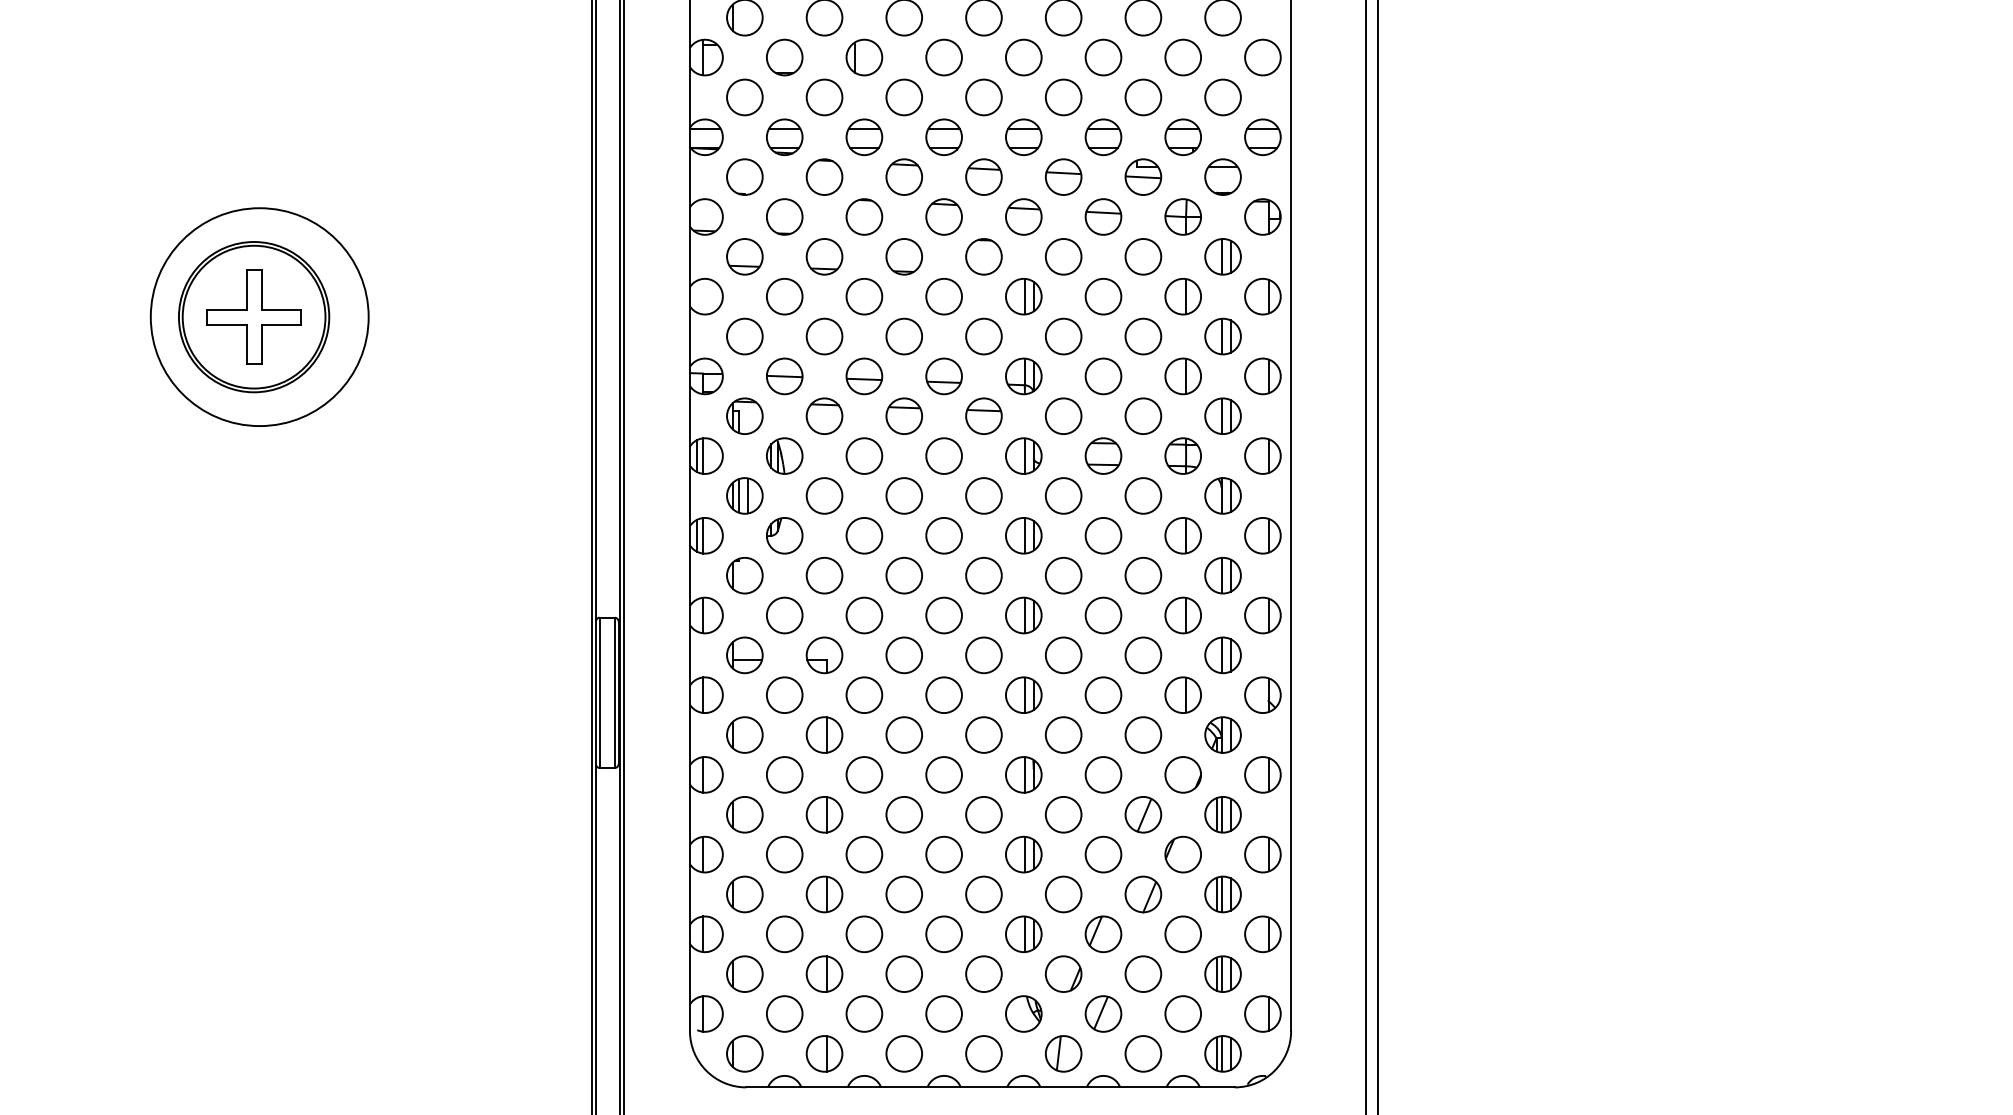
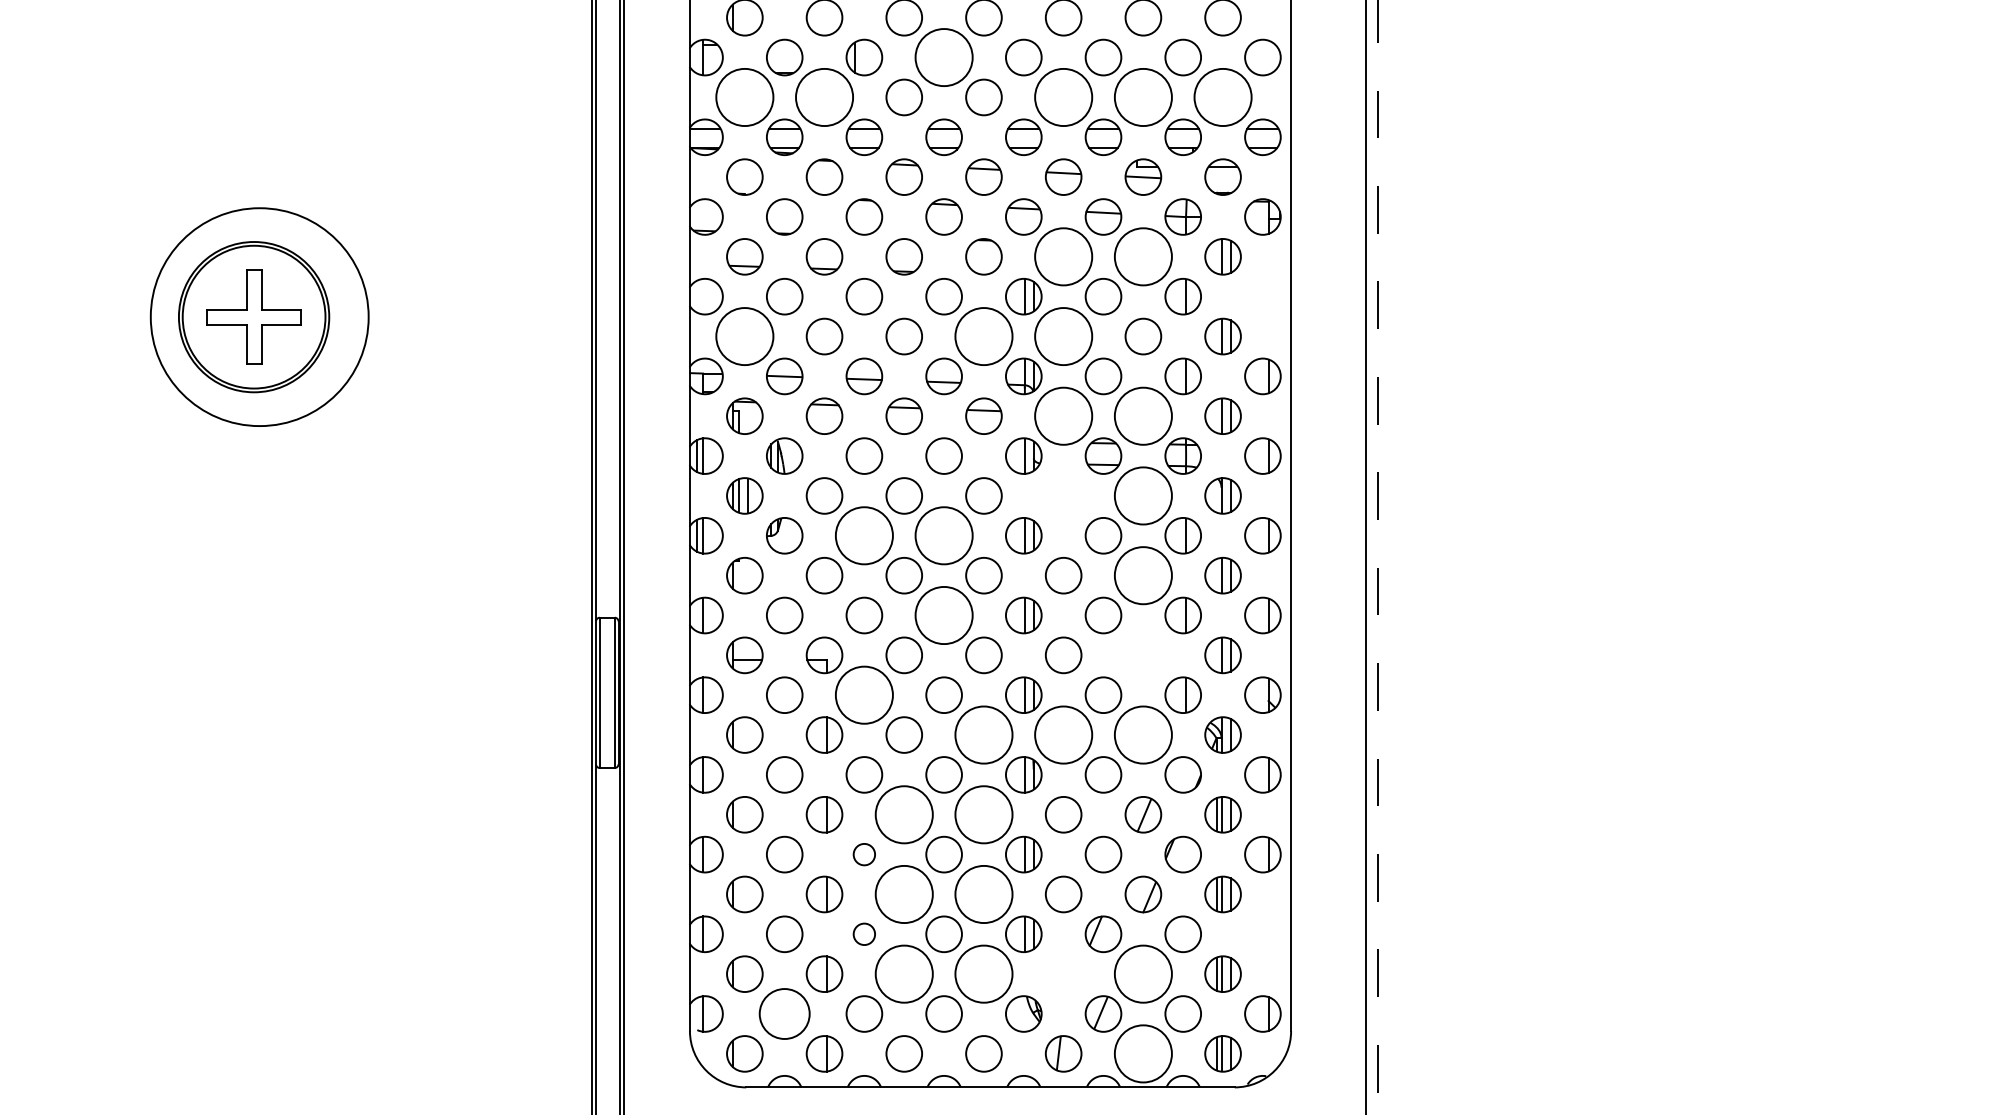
circle at (943, 57) diameter: 36 px -> 57 px
circle at (744, 97) diameter: 36 px -> 57 px
circle at (824, 97) diameter: 36 px -> 57 px
circle at (1063, 97) diameter: 36 px -> 57 px
circle at (1143, 97) diameter: 36 px -> 57 px
circle at (1222, 97) diameter: 36 px -> 57 px
circle at (1063, 256) diameter: 36 px -> 57 px
circle at (1143, 256) diameter: 36 px -> 57 px
part at (1262, 296): present -> none
circle at (744, 336) diameter: 36 px -> 57 px
circle at (983, 336) diameter: 36 px -> 57 px
circle at (1063, 336) diameter: 36 px -> 57 px
circle at (1063, 416) diameter: 36 px -> 57 px
circle at (1143, 416) diameter: 36 px -> 57 px
circle at (1063, 495): present -> none
circle at (1143, 495) diameter: 36 px -> 57 px
circle at (864, 535) diameter: 36 px -> 57 px
circle at (943, 535) diameter: 36 px -> 57 px
line at (1377, 557): solid -> dashed
circle at (1143, 575) diameter: 36 px -> 57 px
circle at (943, 615) diameter: 36 px -> 57 px
circle at (1143, 655): present -> none
circle at (864, 695) diameter: 36 px -> 57 px
circle at (983, 734) diameter: 36 px -> 57 px
circle at (1063, 734) diameter: 36 px -> 57 px
circle at (1143, 734) diameter: 36 px -> 57 px
circle at (904, 814) diameter: 36 px -> 57 px
circle at (983, 814) diameter: 36 px -> 57 px
circle at (864, 854) diameter: 36 px -> 21 px
circle at (904, 894) diameter: 36 px -> 57 px
circle at (983, 894) diameter: 36 px -> 57 px
part at (1262, 933): present -> none
circle at (864, 934) diameter: 36 px -> 21 px
part at (1063, 973): present -> none
circle at (904, 974) diameter: 36 px -> 57 px
circle at (983, 974) diameter: 36 px -> 57 px
circle at (1143, 974) diameter: 36 px -> 57 px
circle at (784, 1013) diameter: 36 px -> 50 px
circle at (1143, 1053) diameter: 36 px -> 57 px
